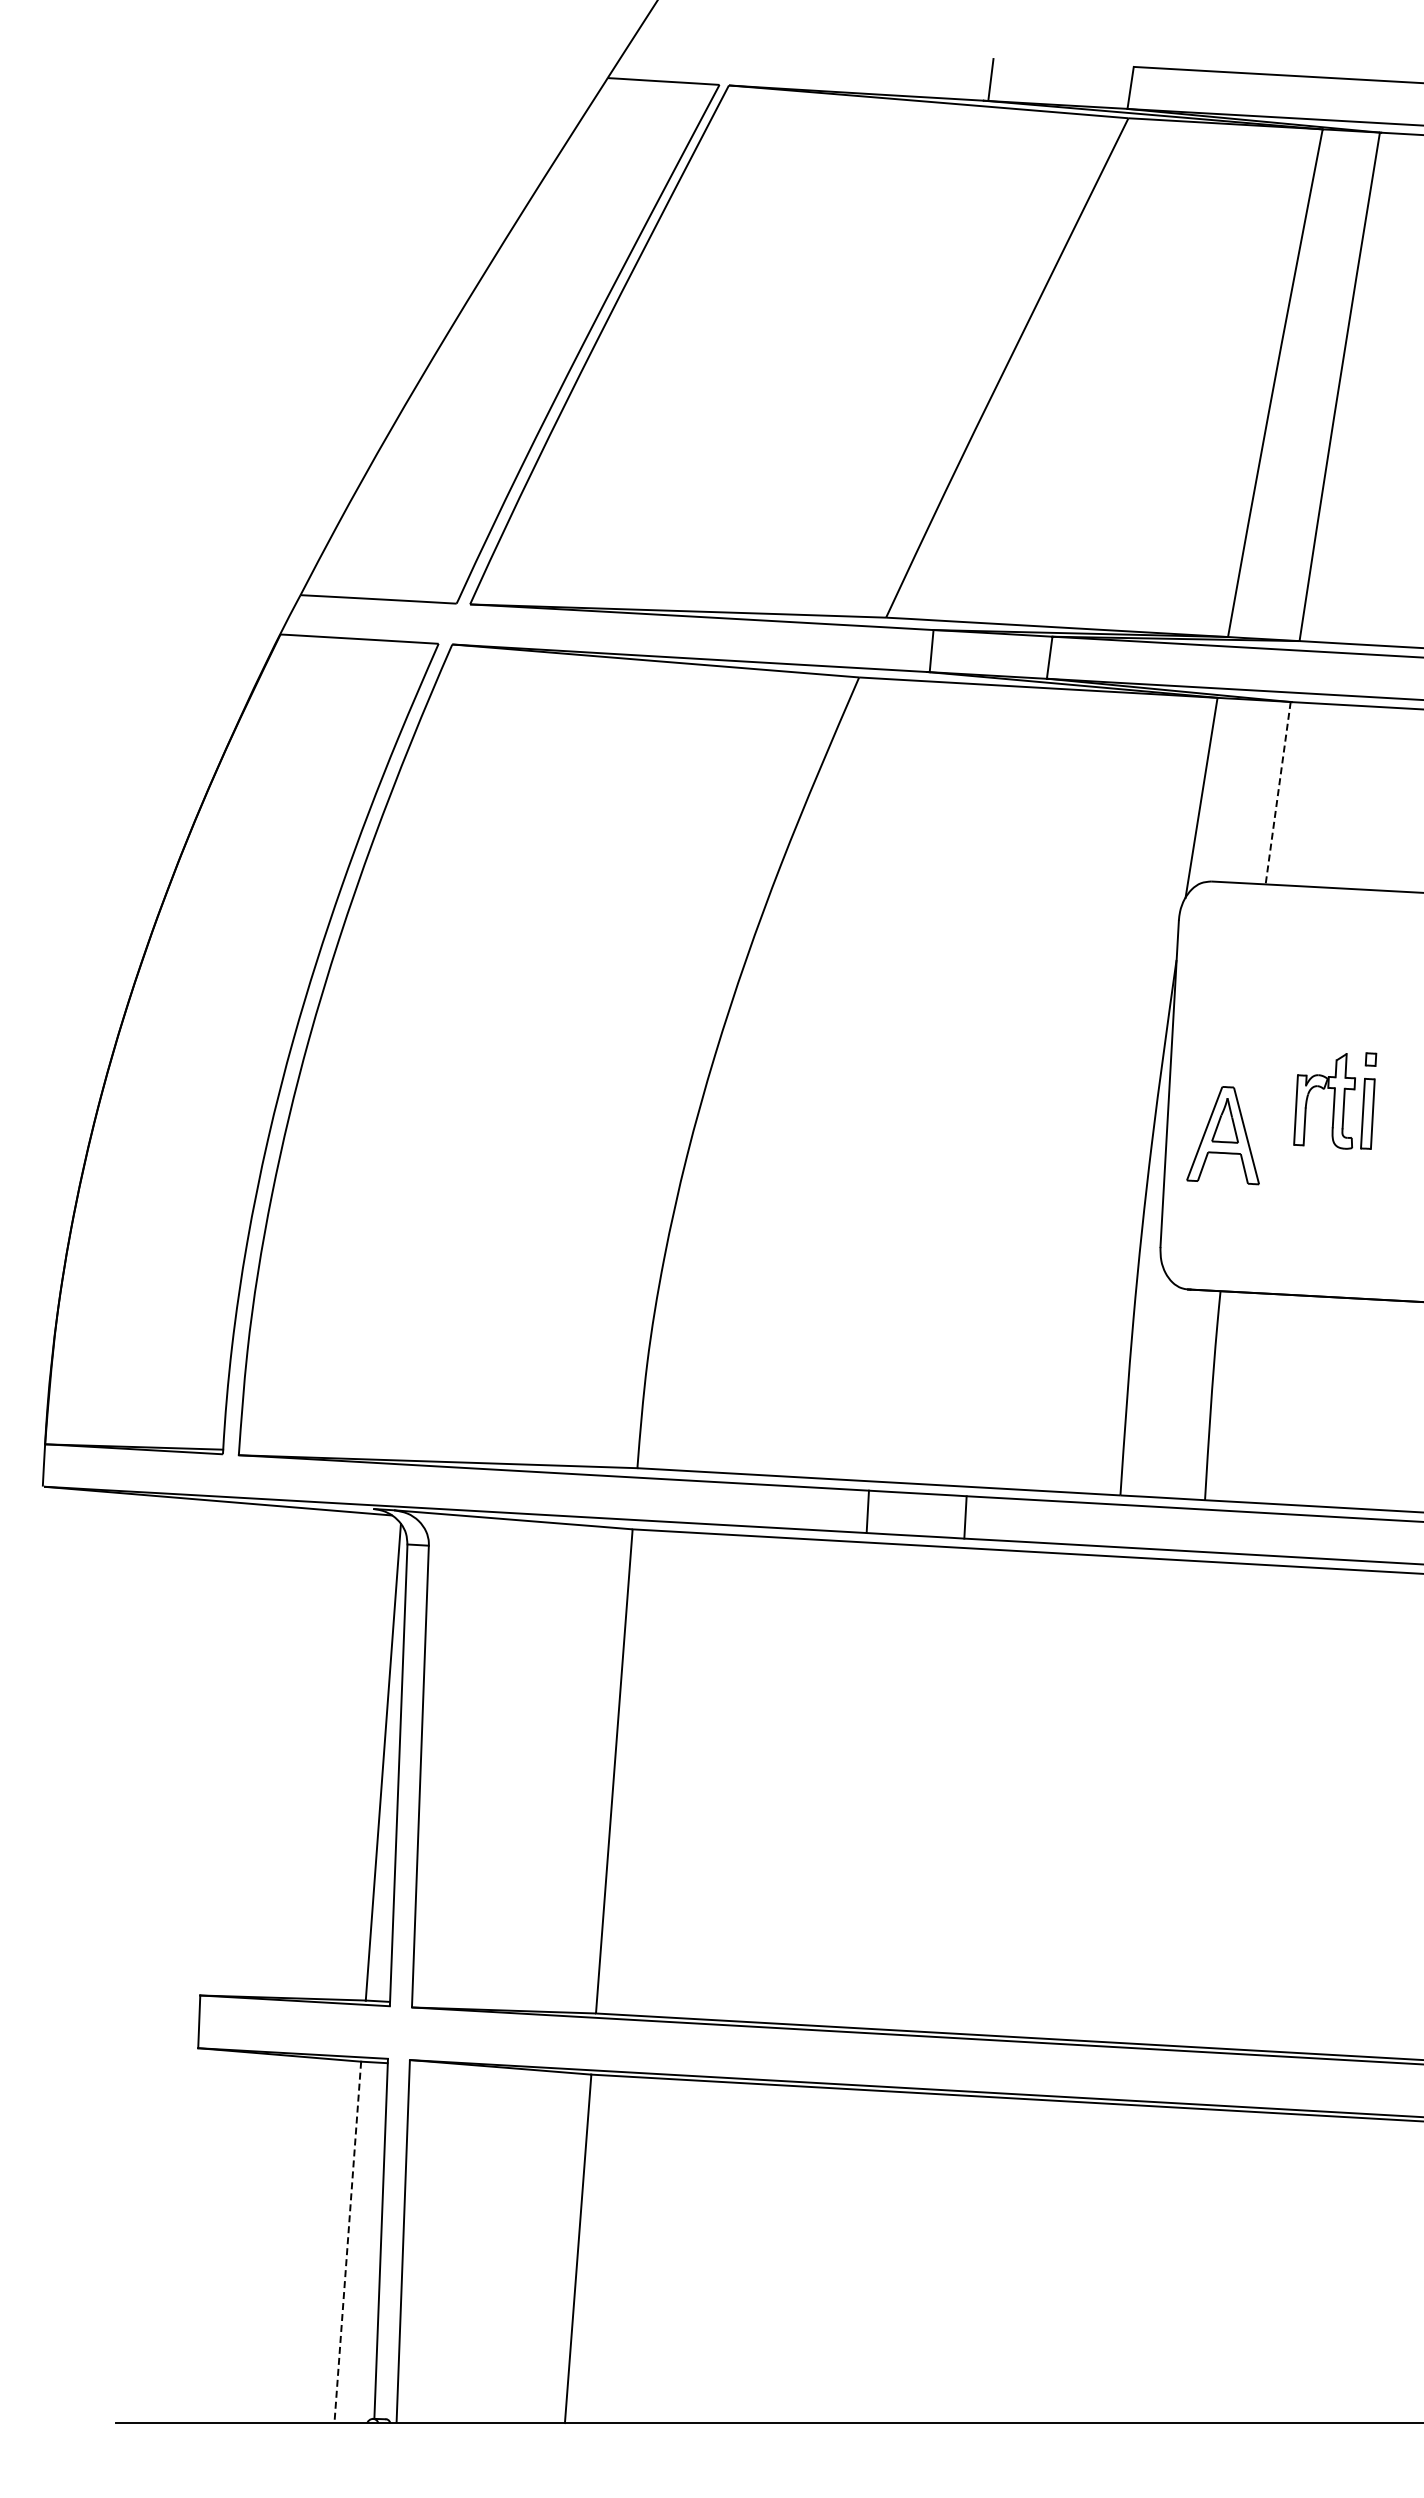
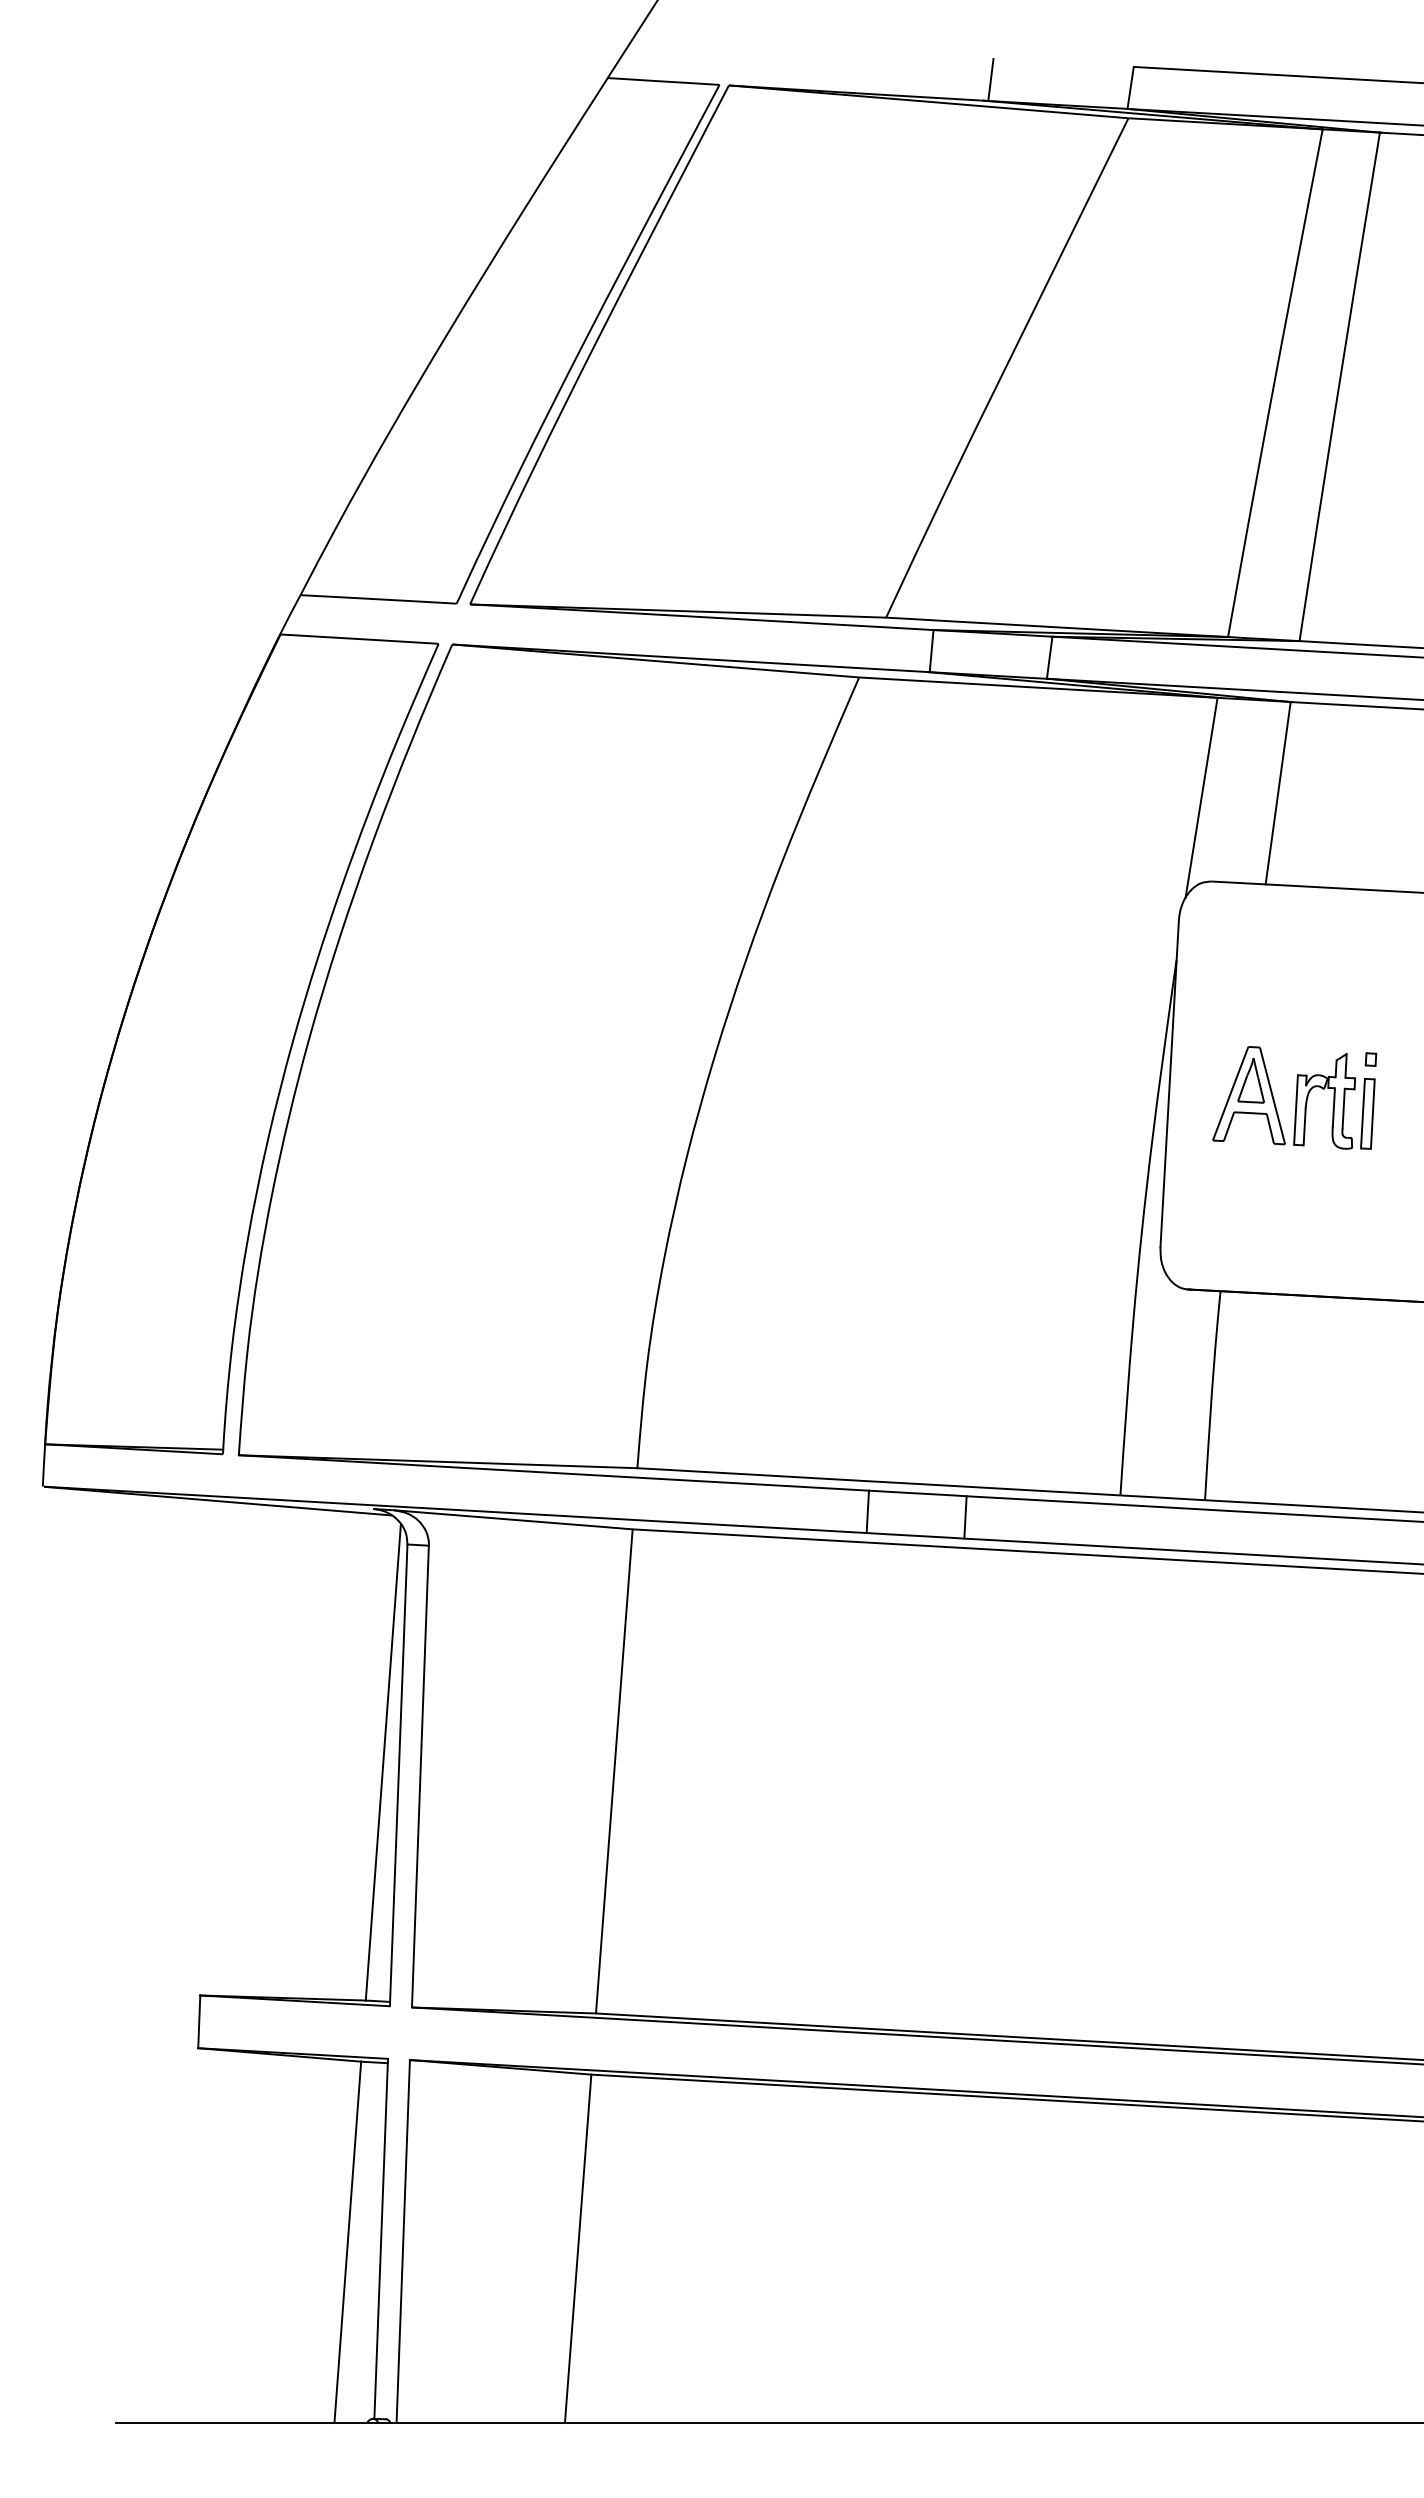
line at (1278, 793): dashed -> solid
part at (1222, 1135) position: (1222, 1135) -> (1248, 1095)
line at (347, 2242): dashed -> solid
